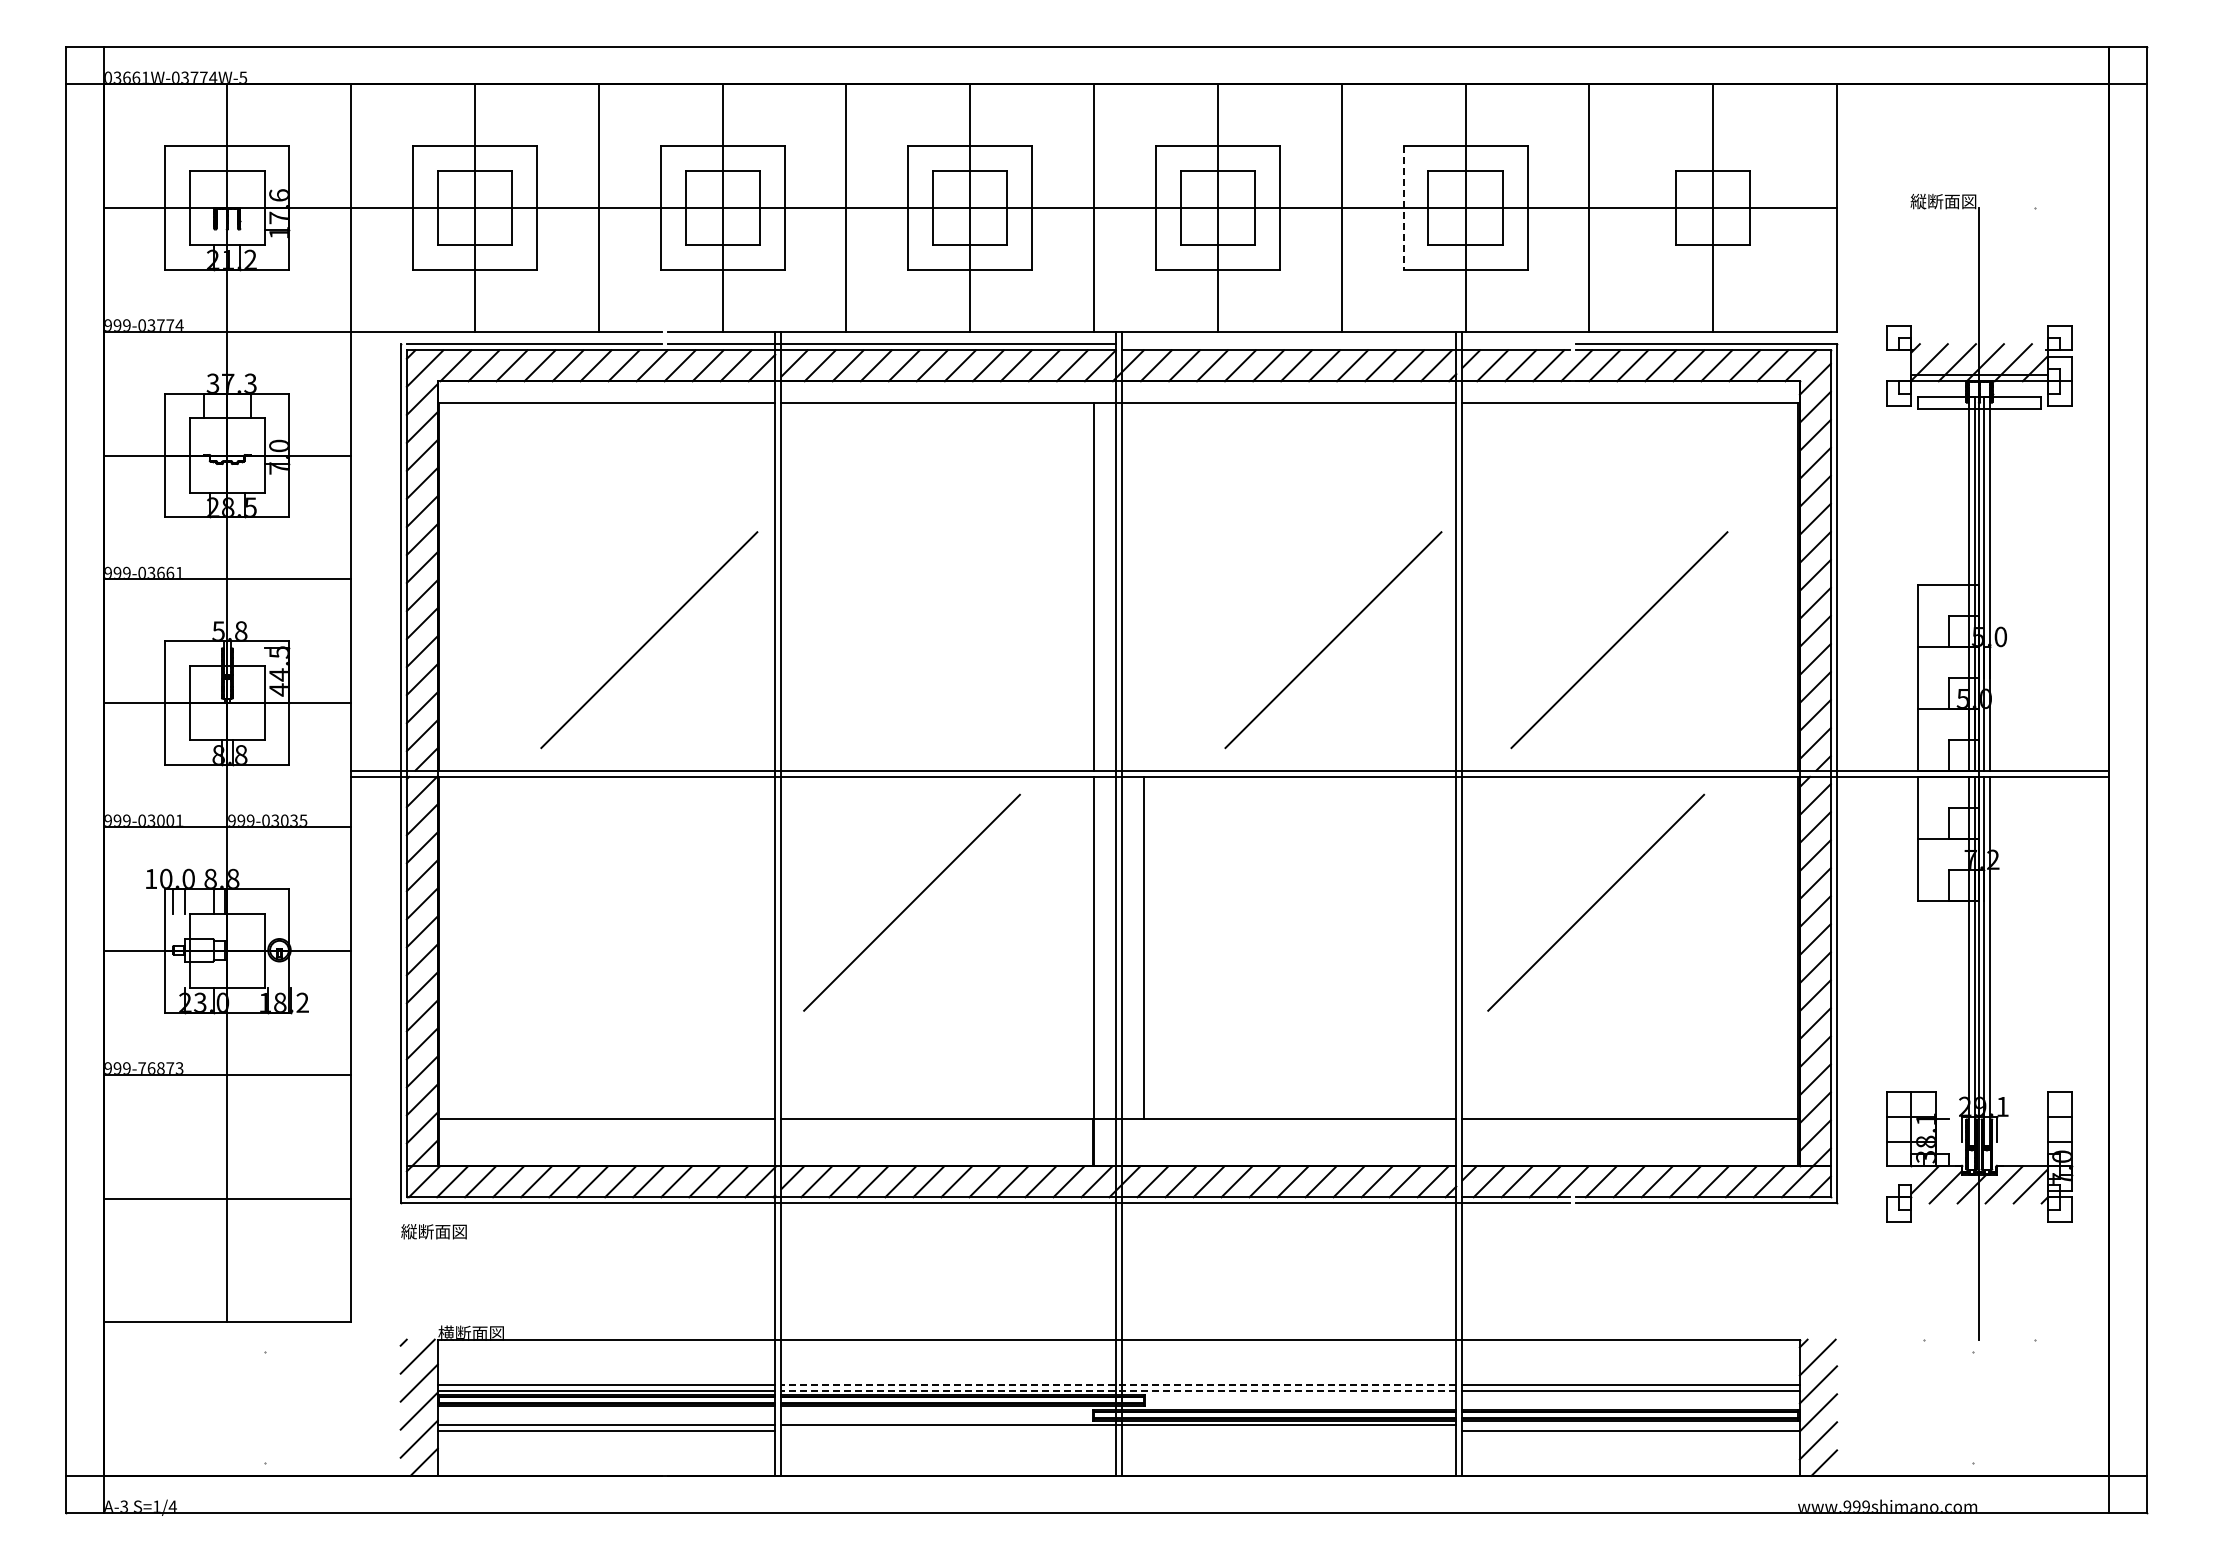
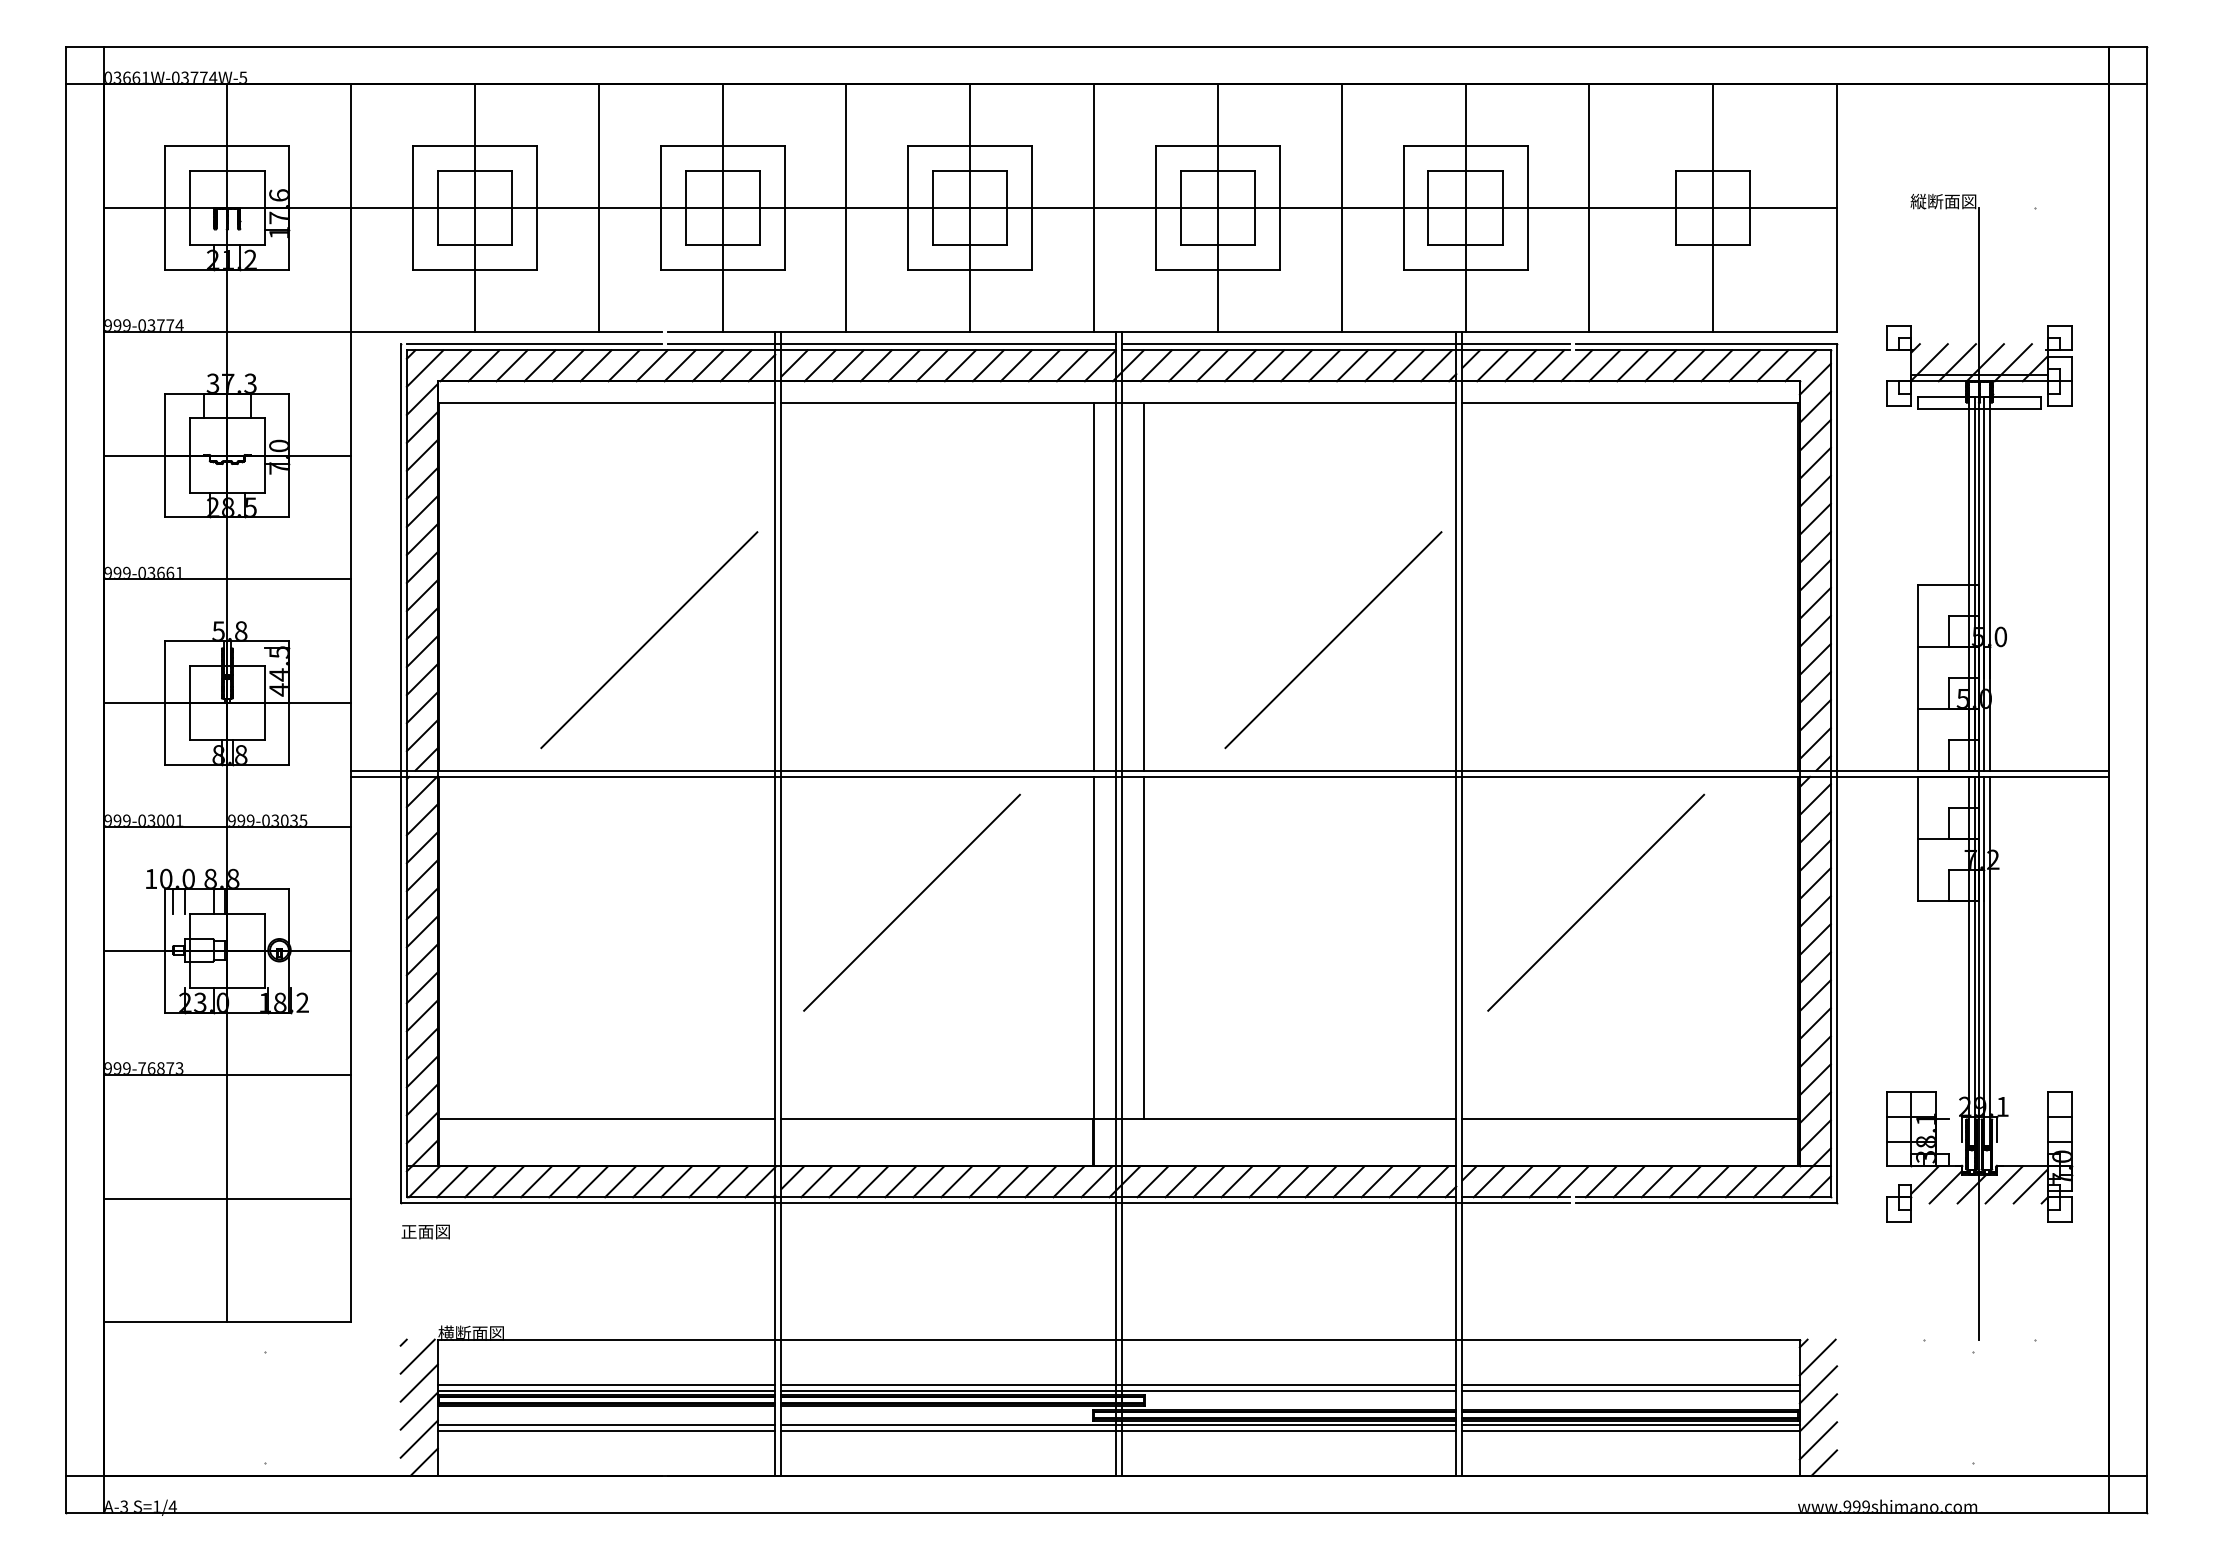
line at (1403, 207): dashed -> solid
line at (1345, 344): none -> present
line at (1143, 586): none -> present
line at (1619, 640): present -> none
text at (433, 1231): 縦断面図 -> 正面図
line at (1118, 1384): dashed -> solid
line at (1118, 1390): dashed -> solid
line at (1630, 1424): none -> present
line at (1118, 1430): none -> present
